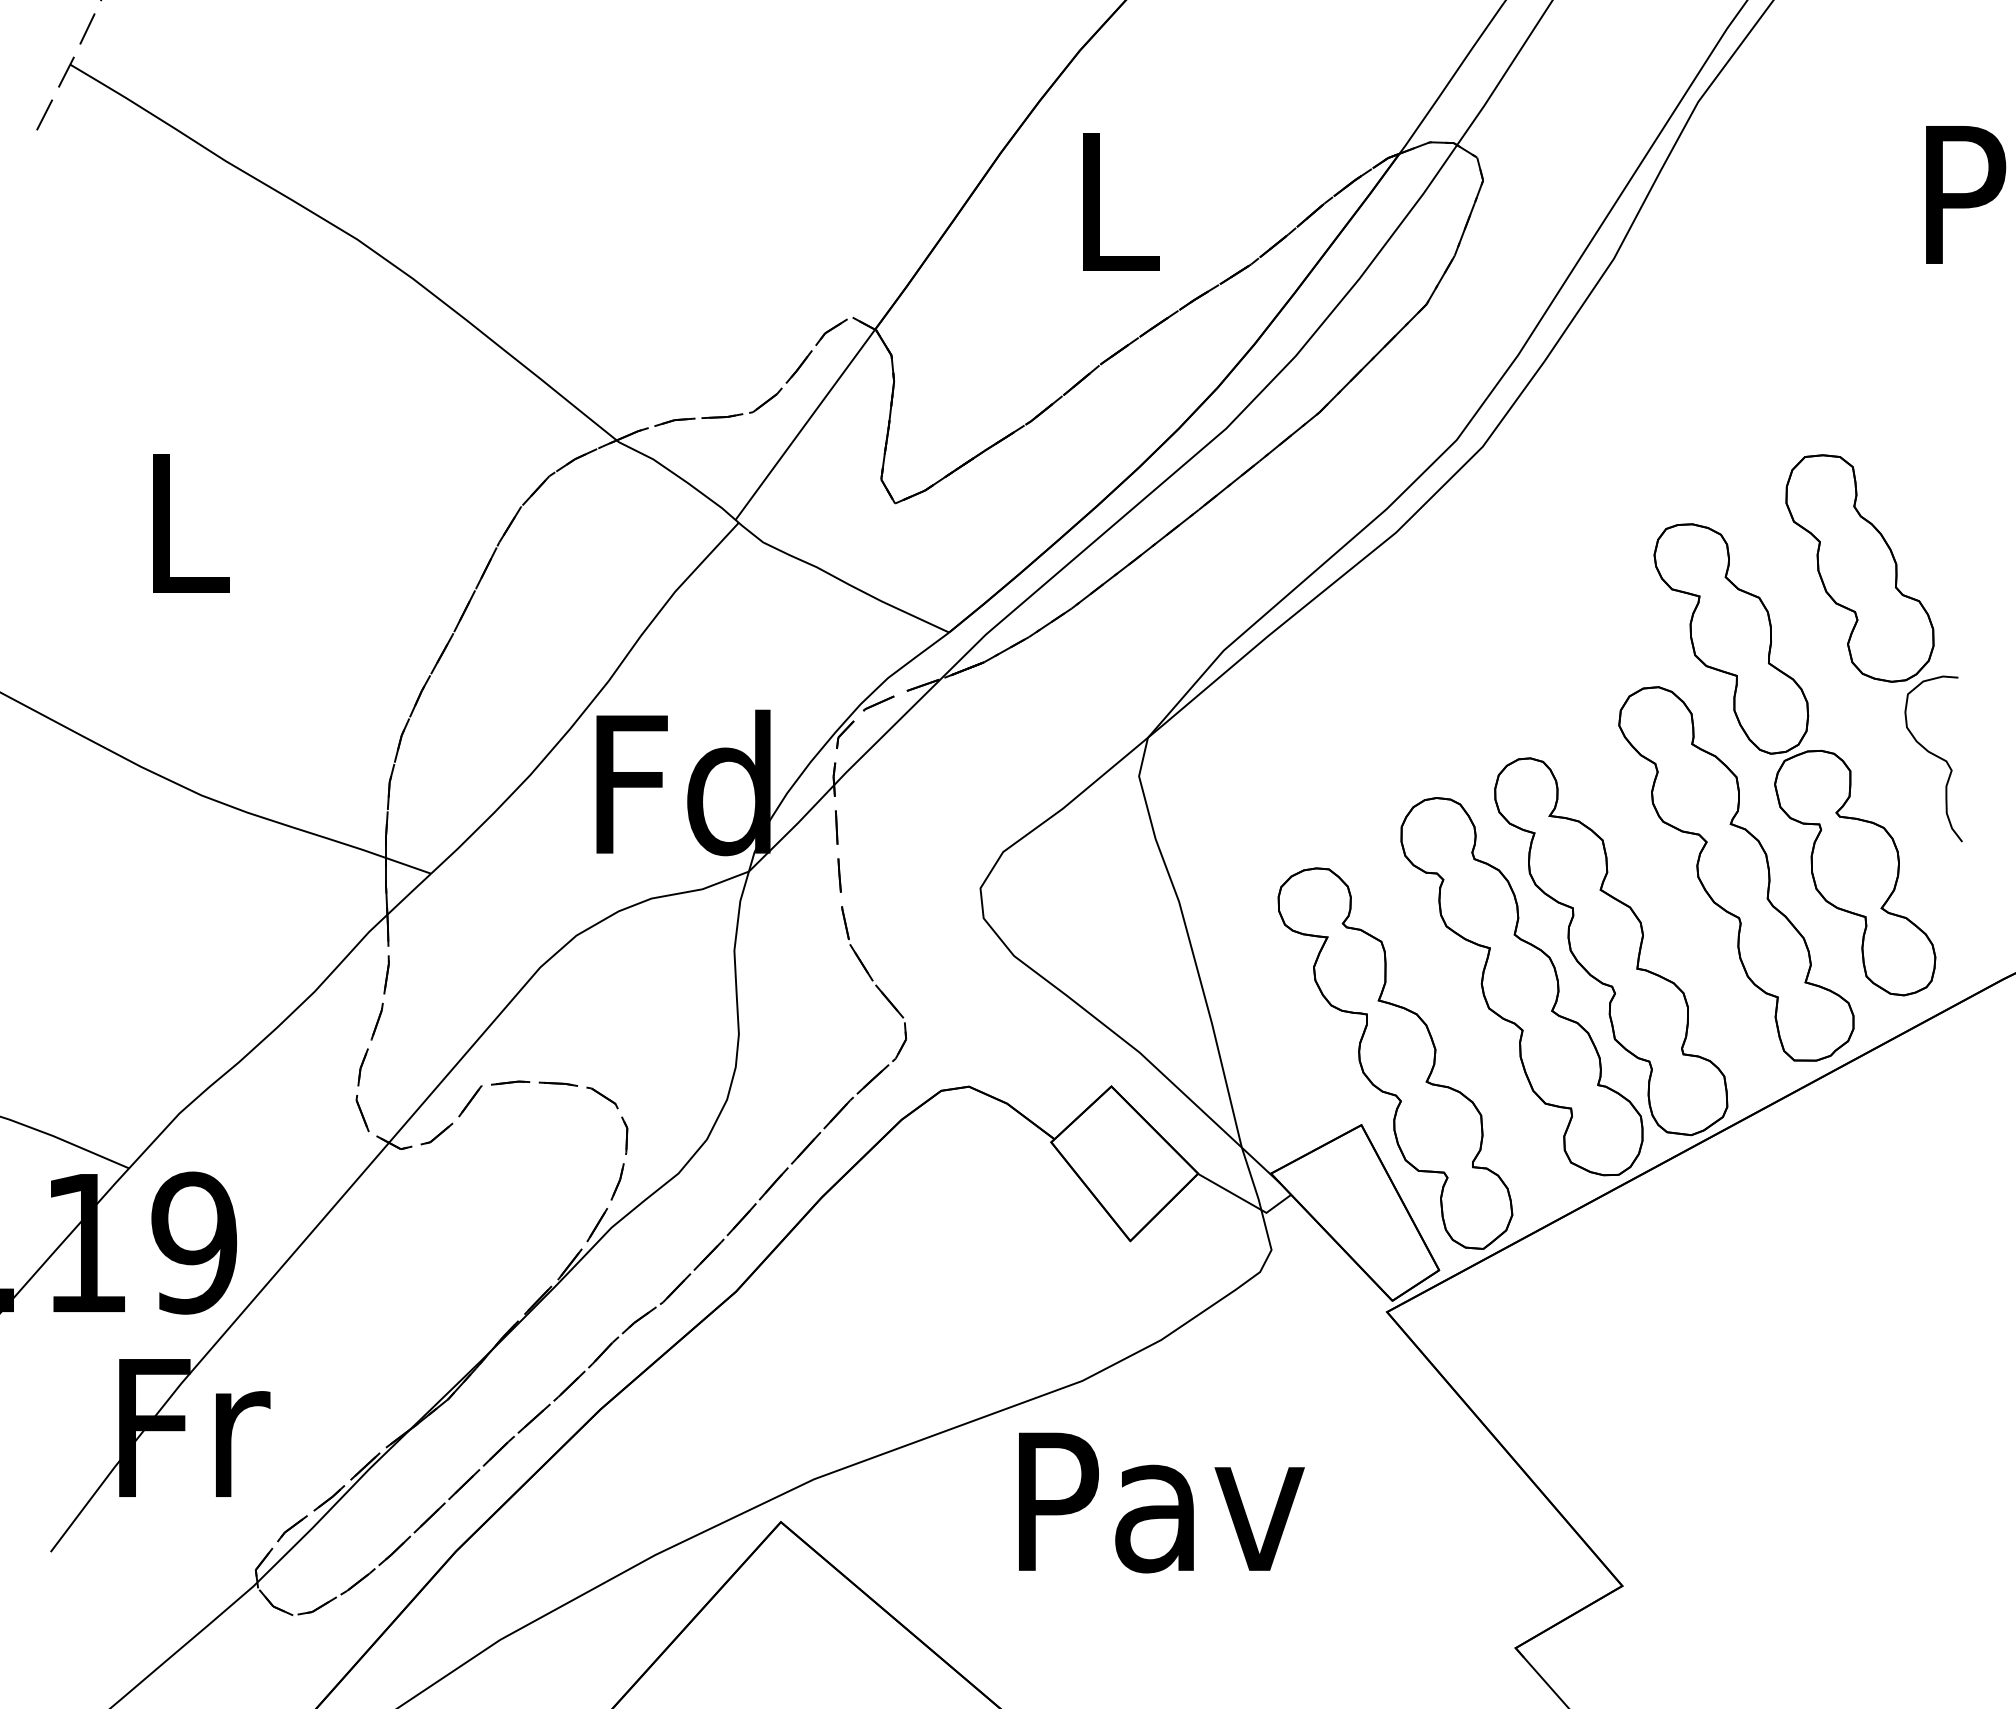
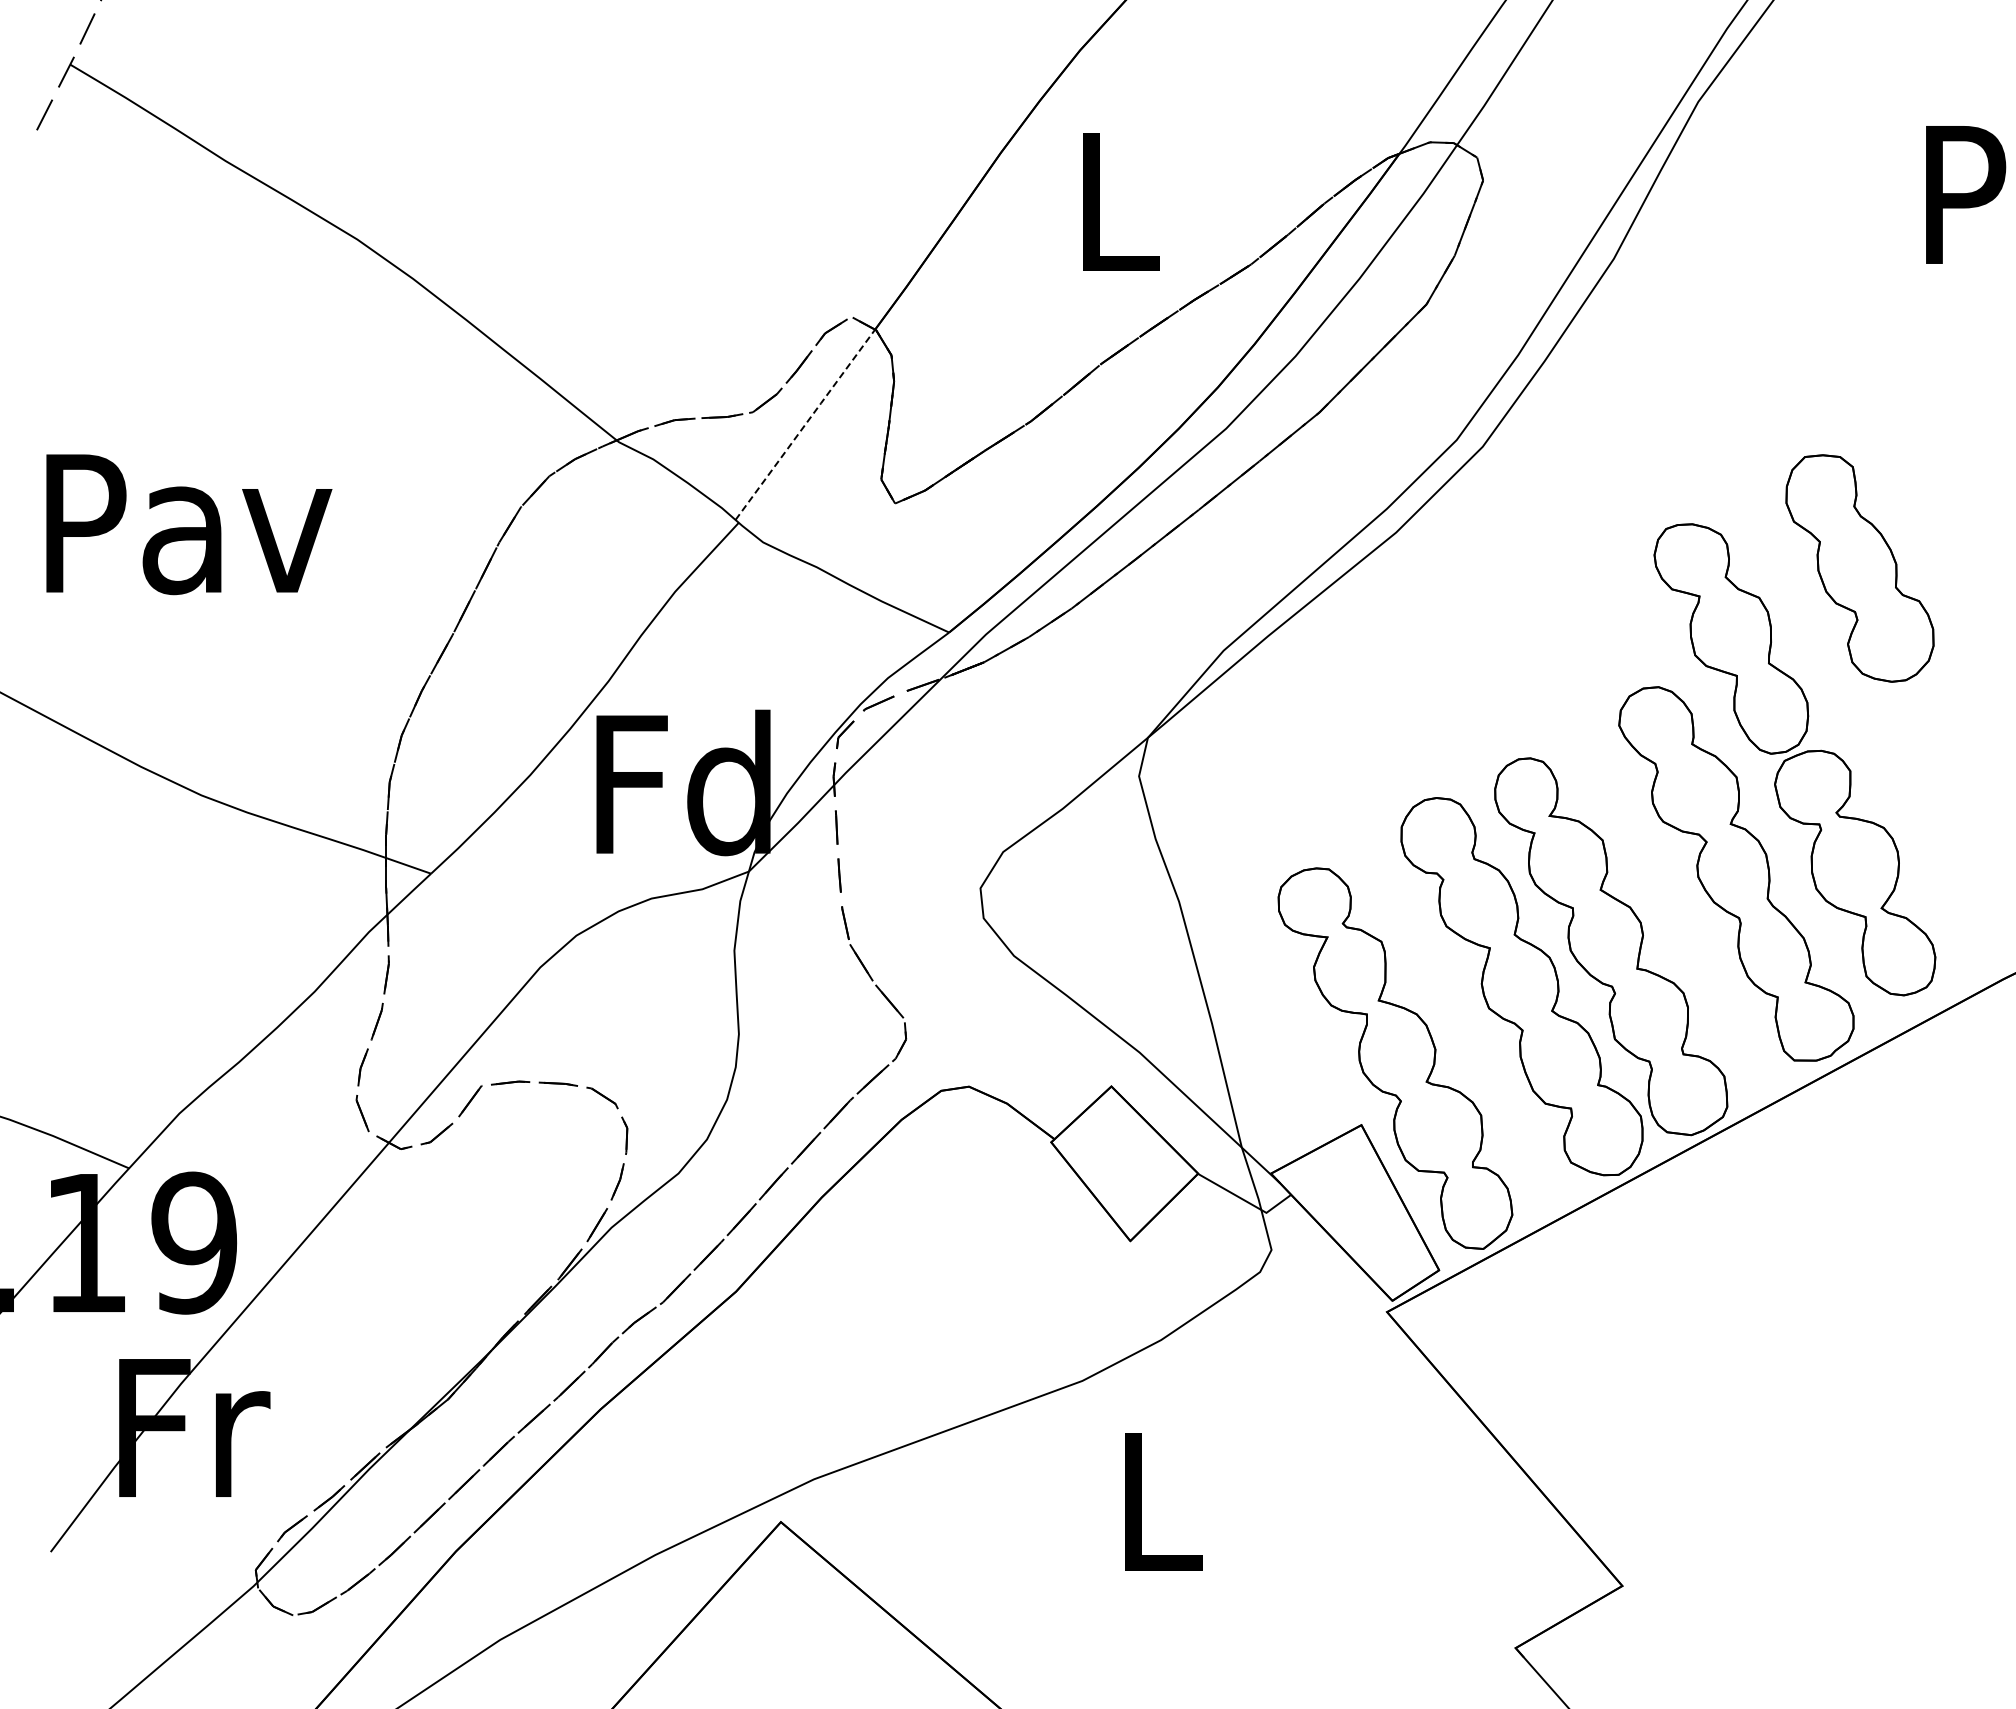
line at (805, 424): solid -> dashed
text at (189, 524): L -> Pav
curve at (1935, 756): present -> none
text at (1161, 1502): Pav -> L
